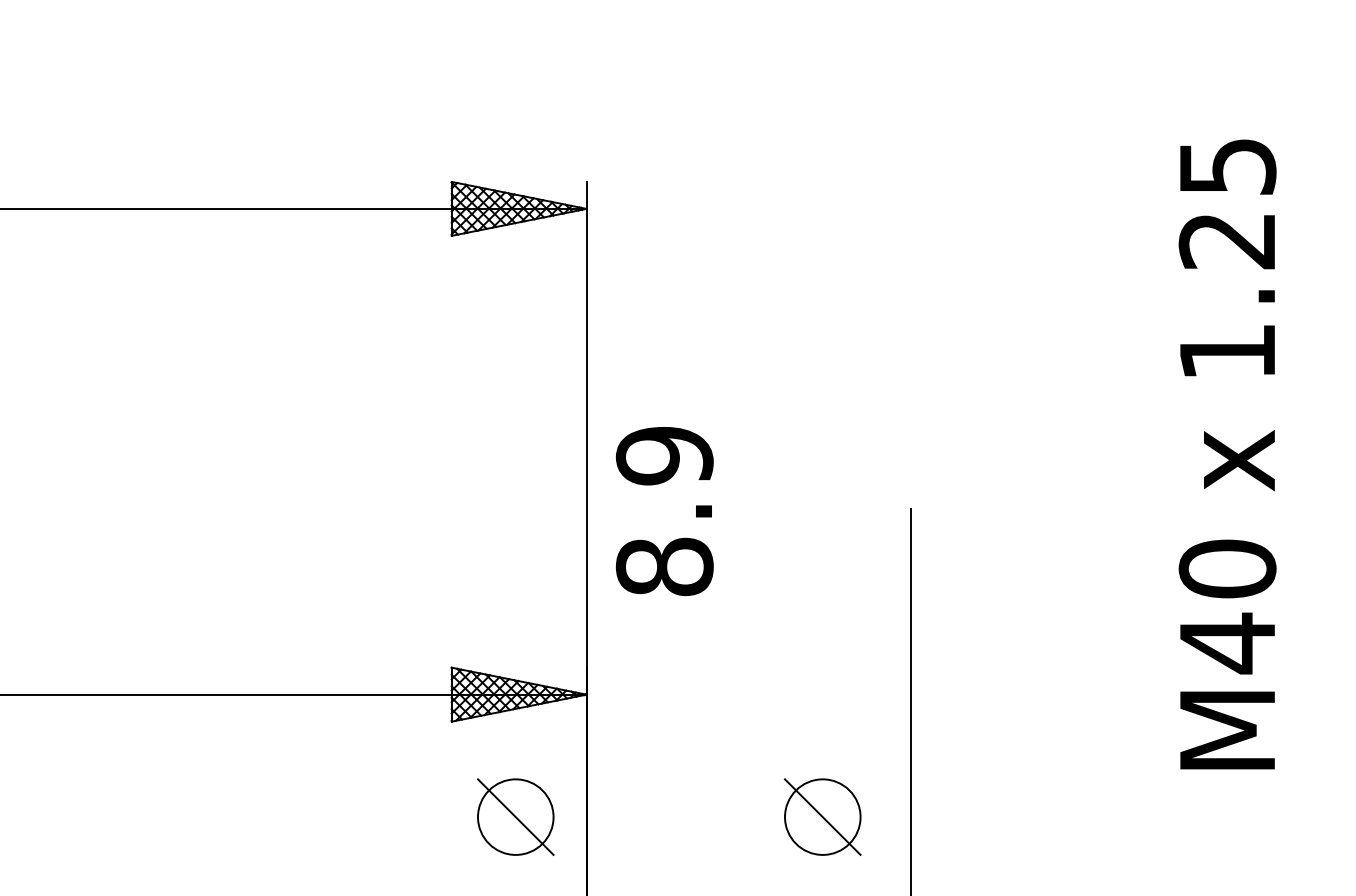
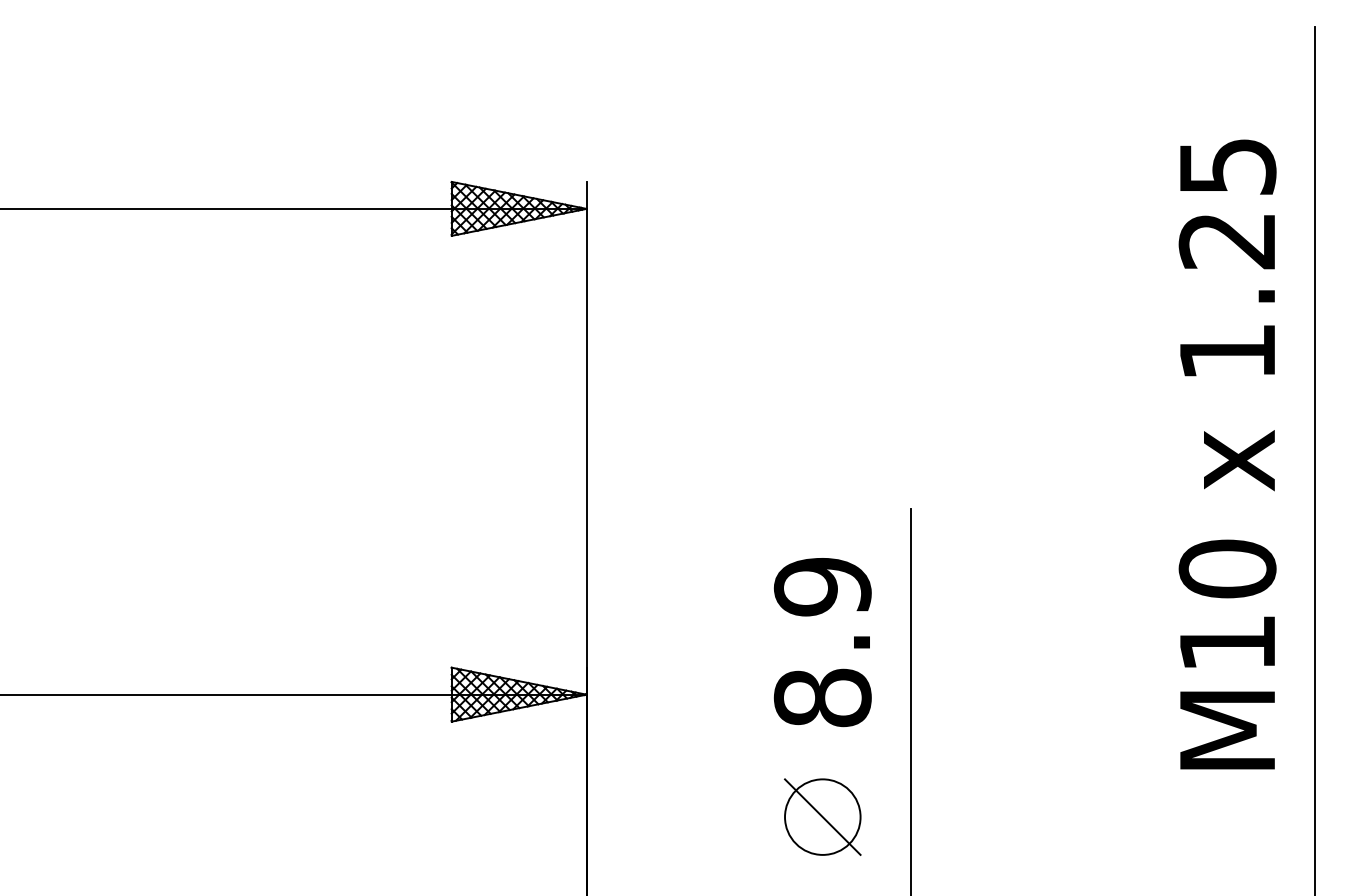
line at (1315, 459): none -> present
text at (664, 511) position: (664, 511) -> (822, 642)
text at (1227, 643): M40 -> M10
part at (515, 816): present -> none
